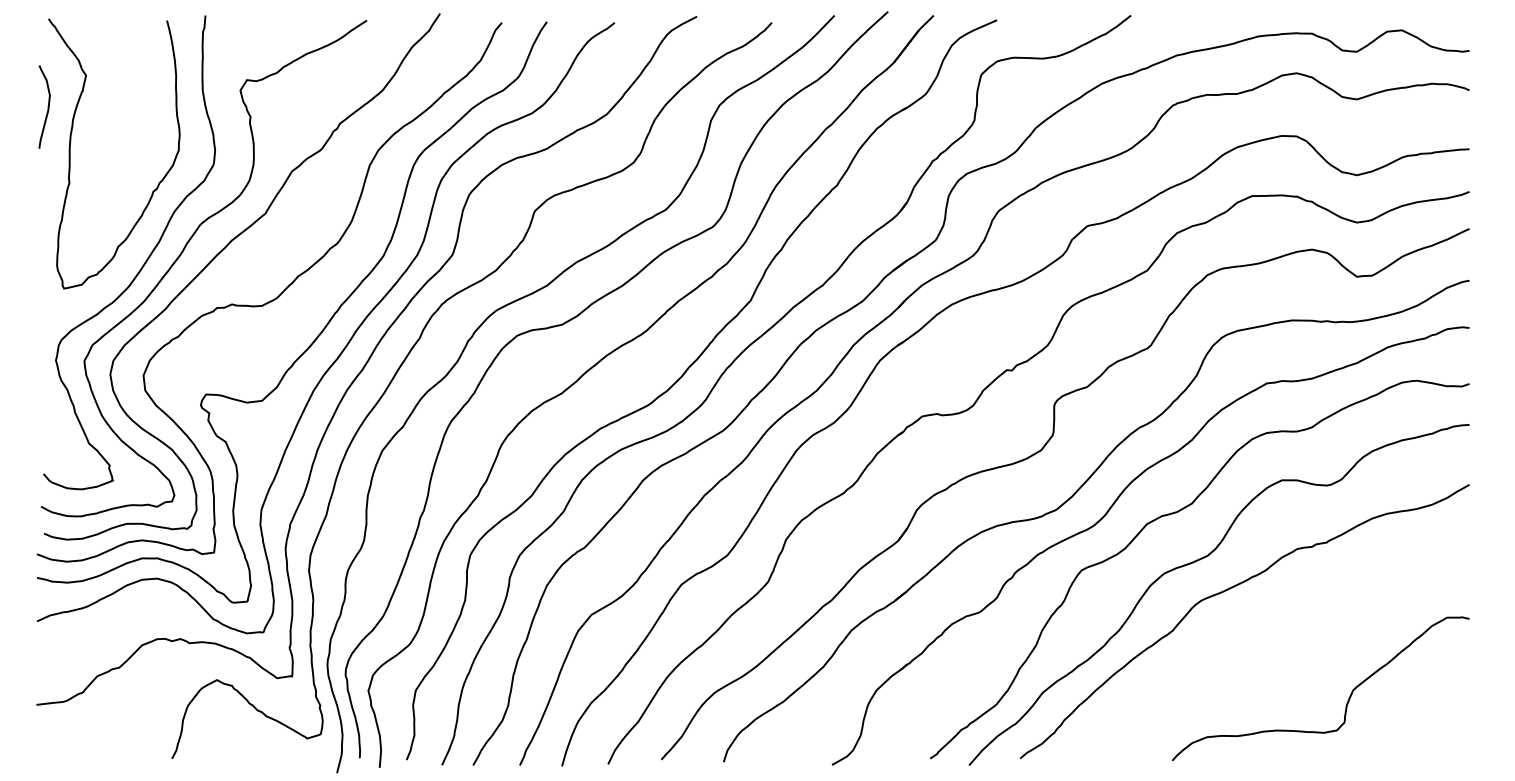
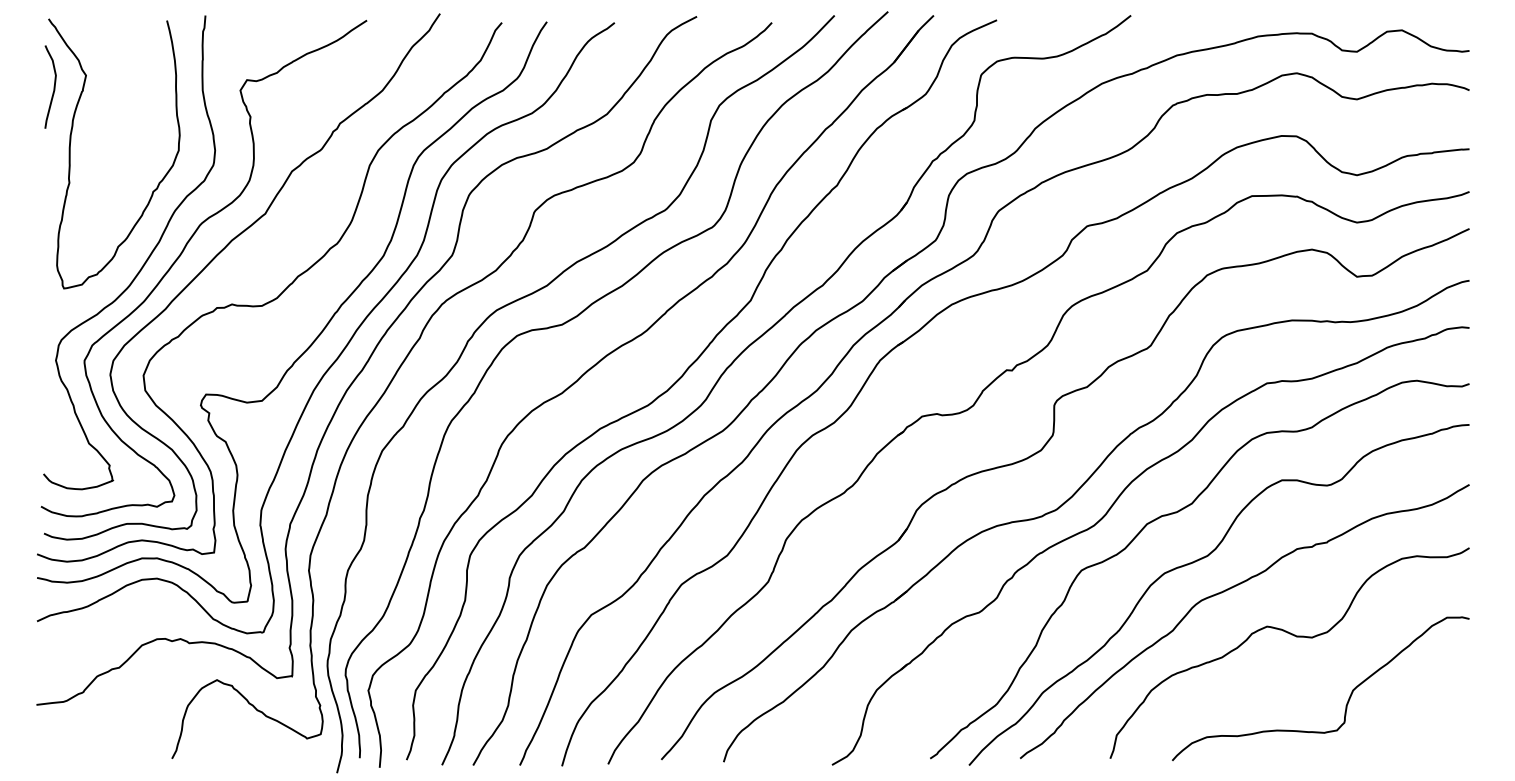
curve at (47, 106) position: (47, 106) -> (53, 86)
curve at (1296, 637): none -> present
